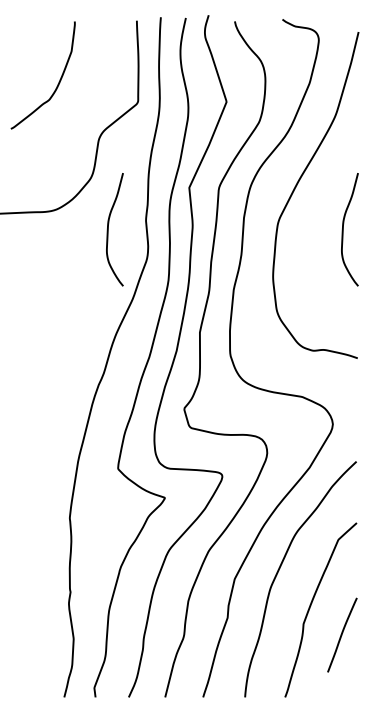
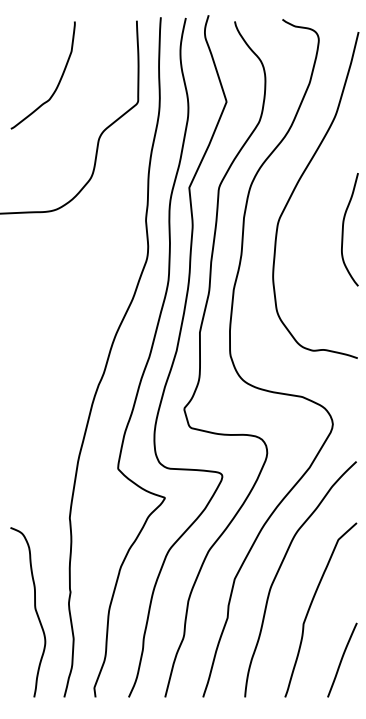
curve at (108, 229): present -> none
curve at (34, 609): none -> present
curve at (342, 634) position: (342, 634) -> (342, 659)
